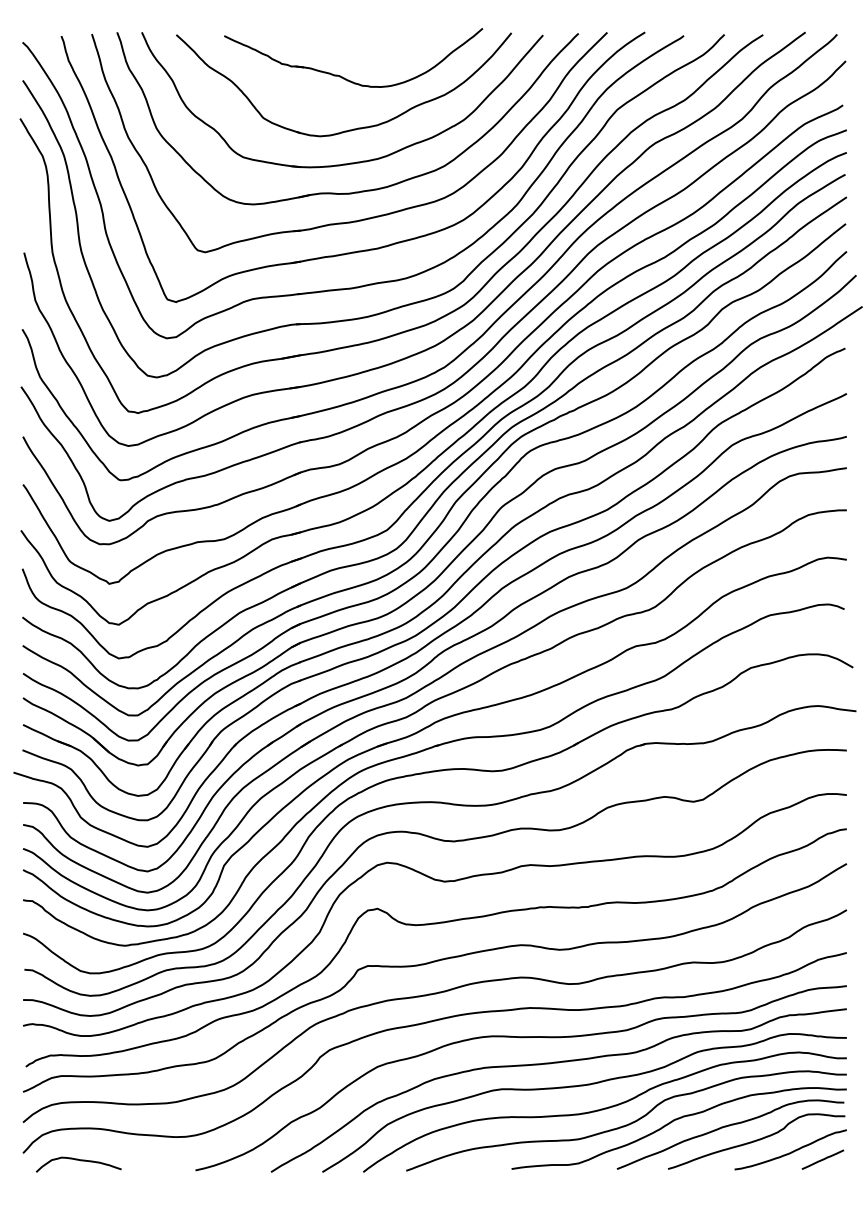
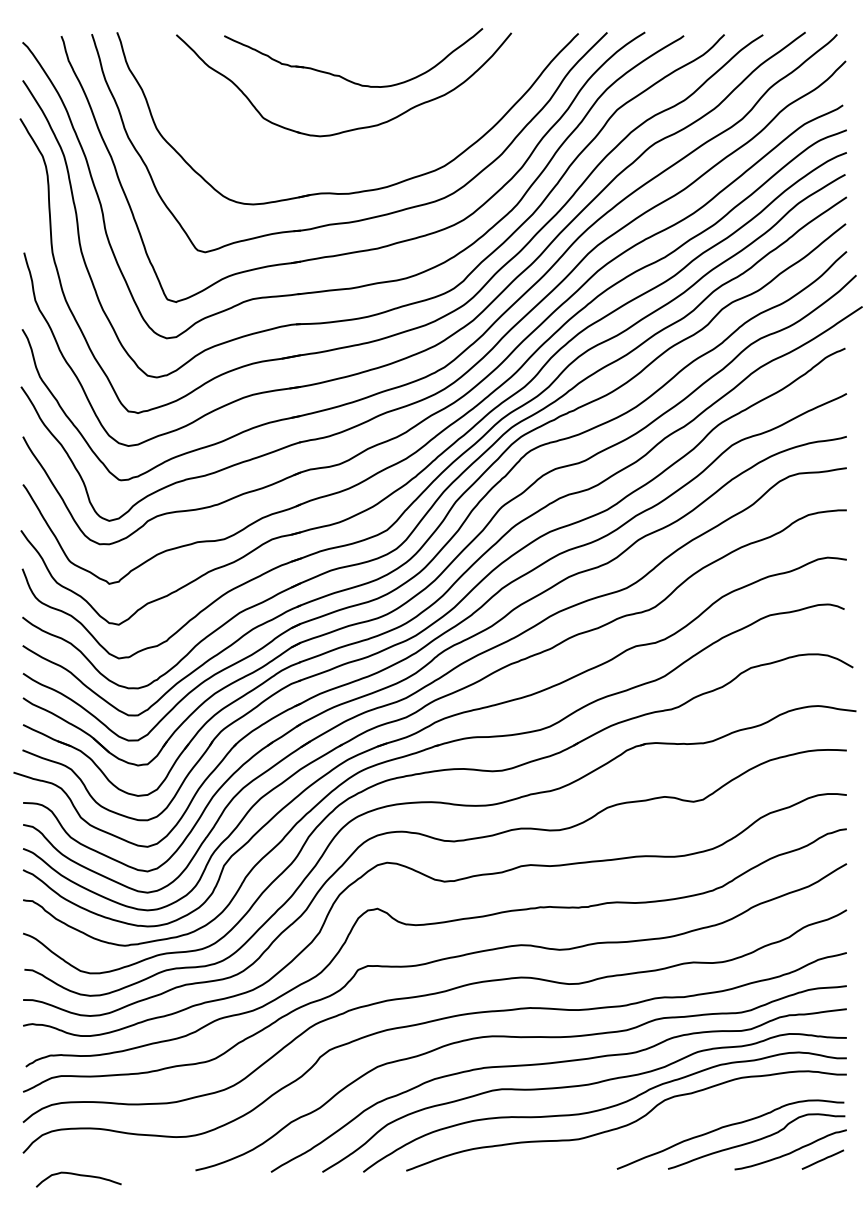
part at (350, 162): present -> none
curve at (674, 1121): present -> none
curve at (80, 1161) position: (80, 1161) -> (80, 1176)
